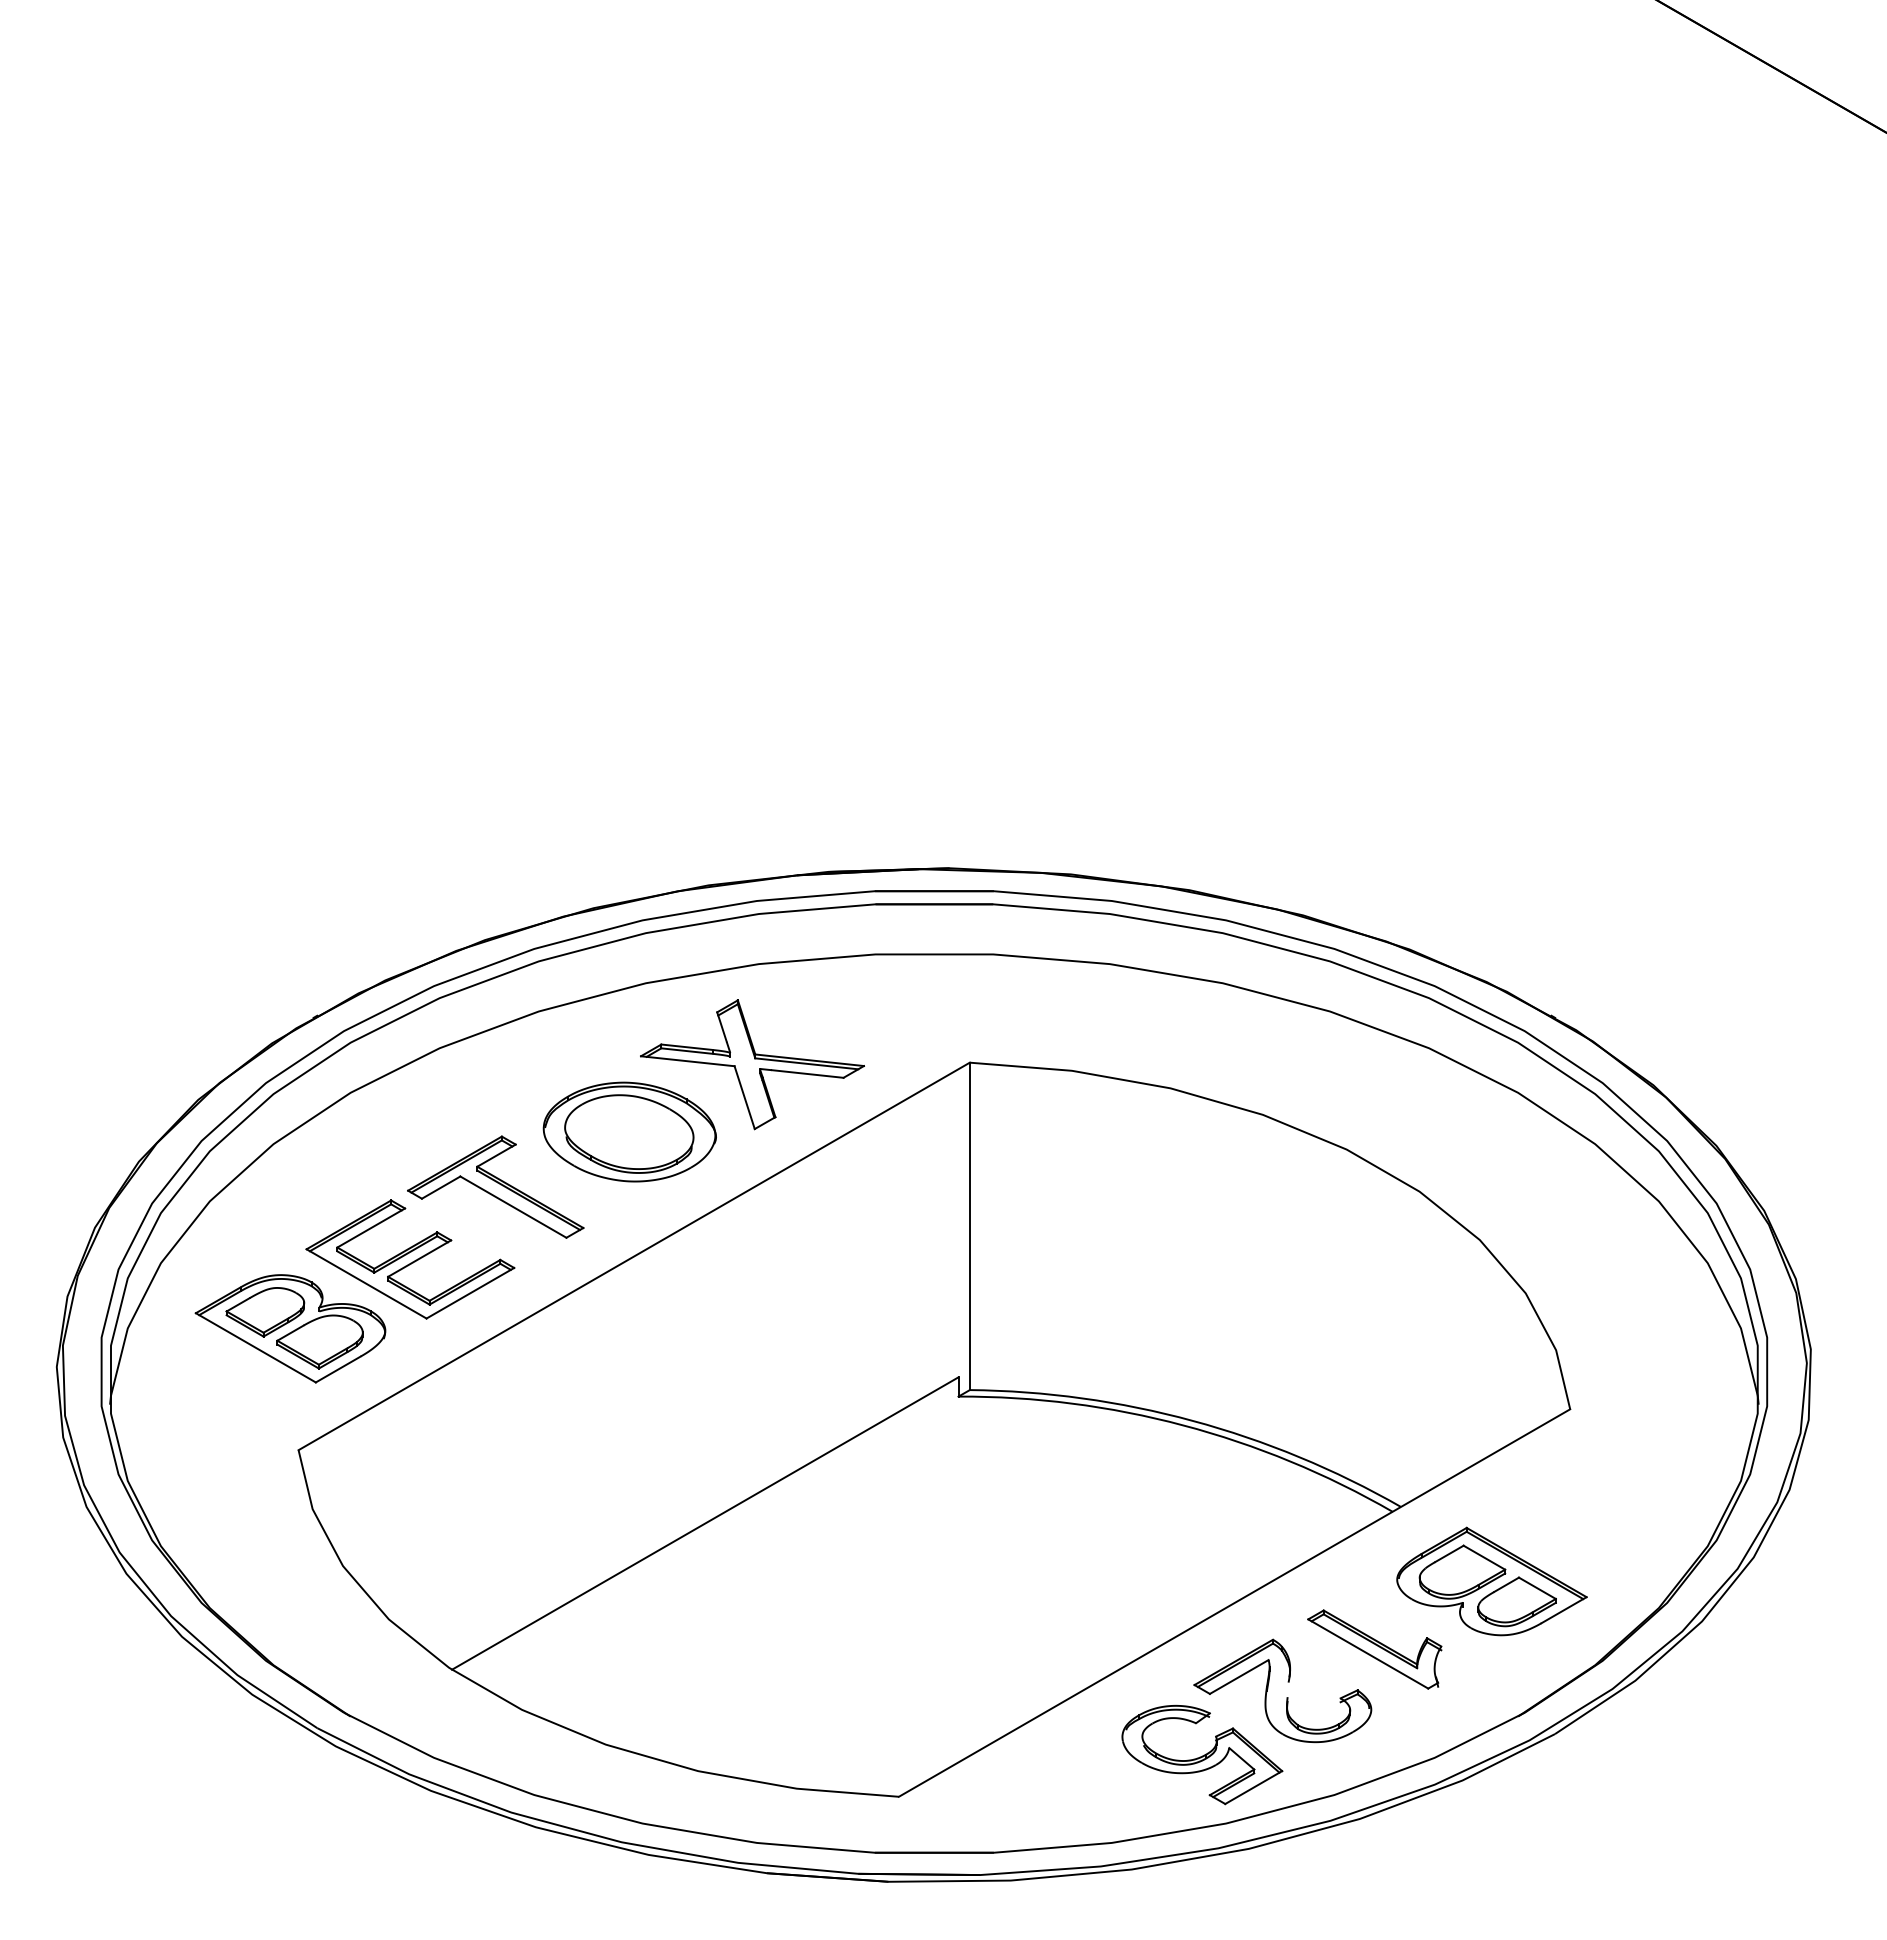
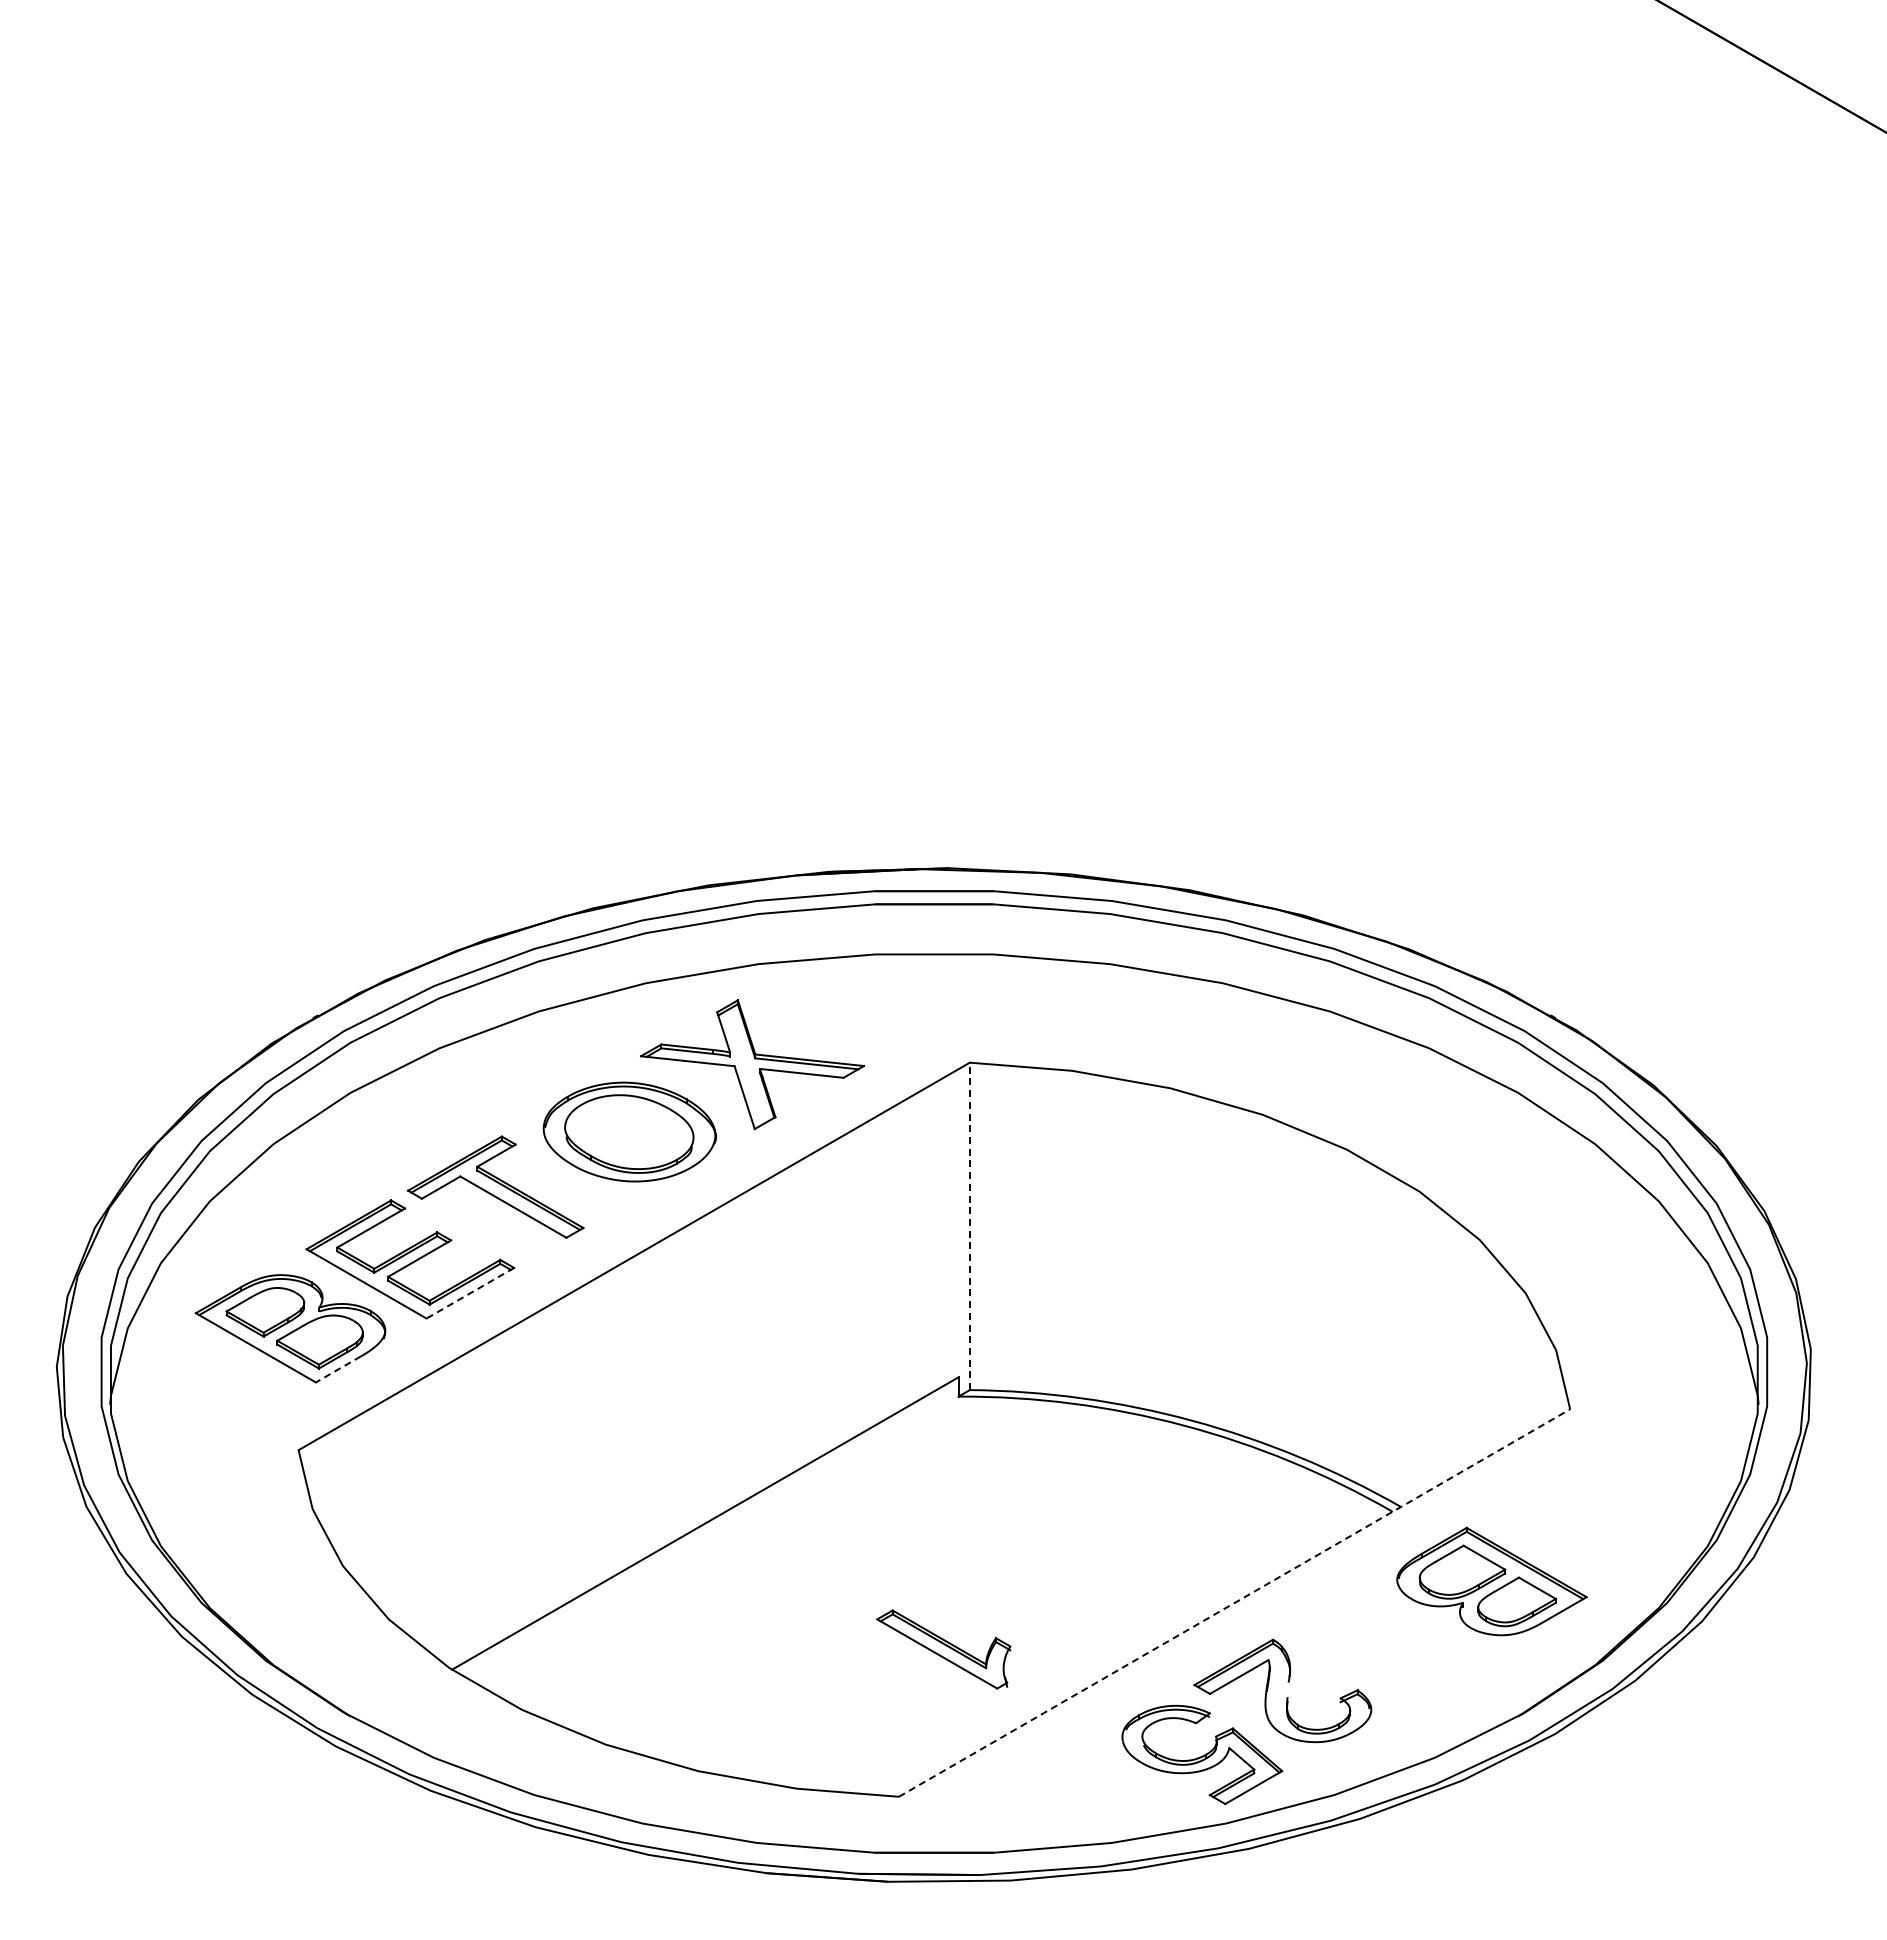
line at (969, 1226): solid -> dashed
line at (470, 1293): solid -> dashed
line at (338, 1369): solid -> dashed
line at (1234, 1603): solid -> dashed
part at (1374, 1649) position: (1374, 1649) -> (943, 1649)
